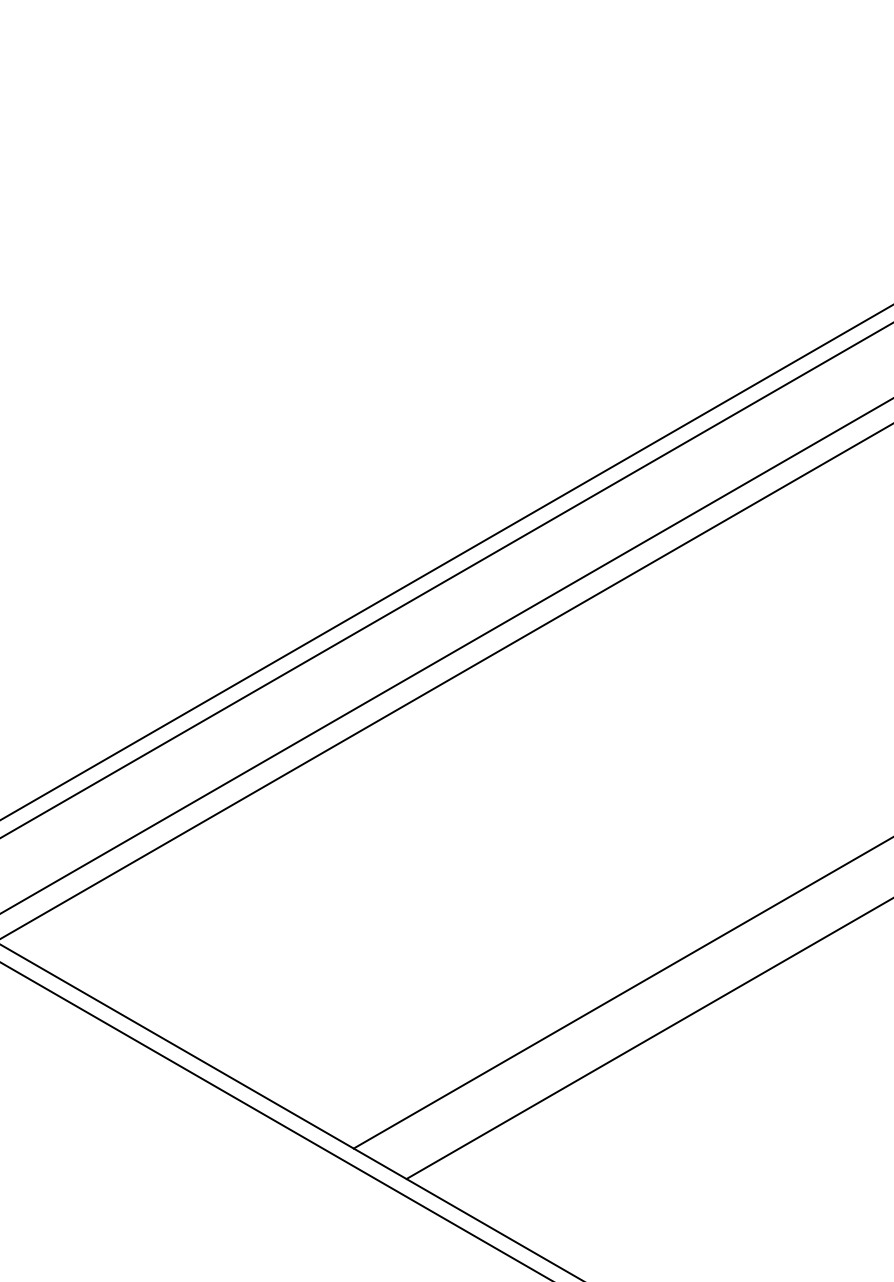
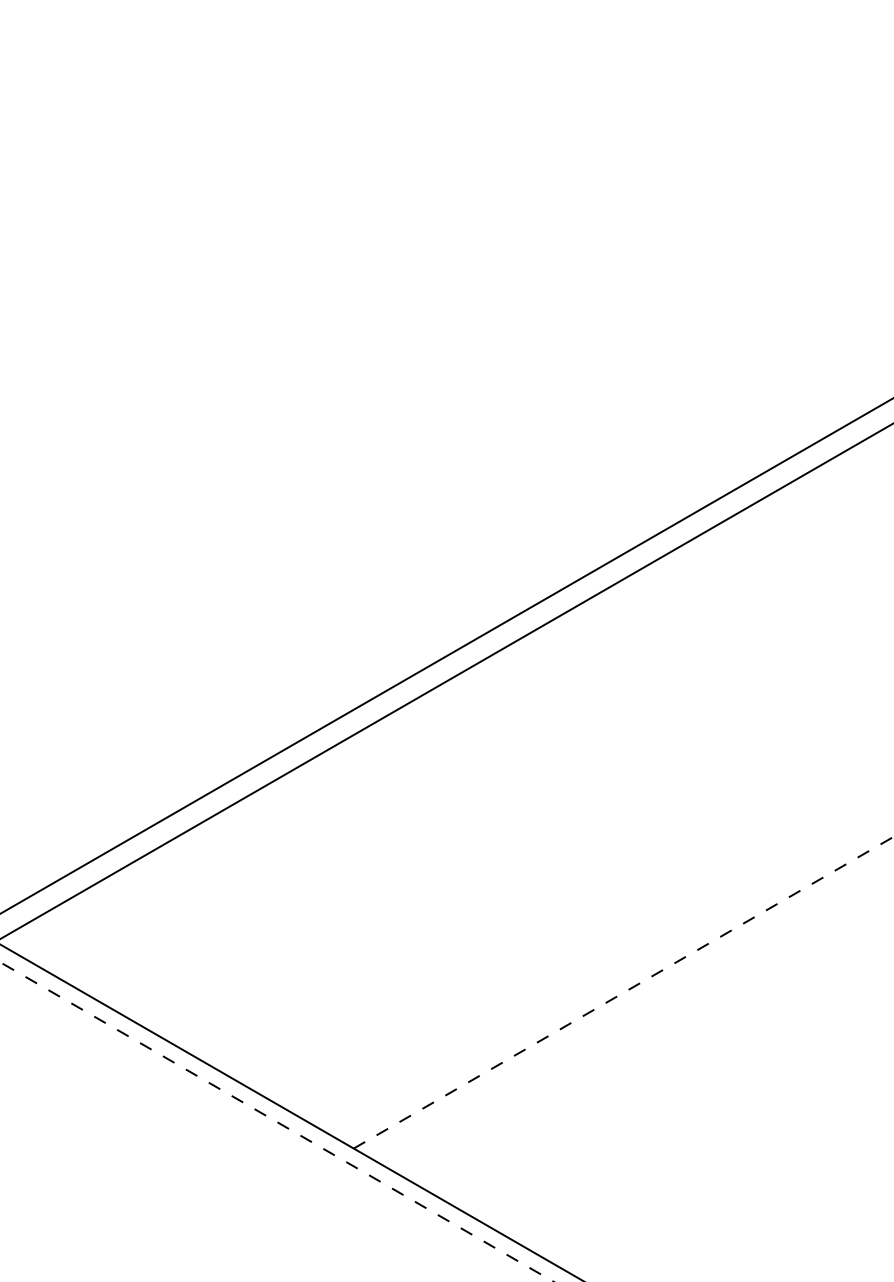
line at (446, 562): present -> none
line at (446, 580): present -> none
line at (623, 992): solid -> dashed
line at (648, 1038): present -> none
line at (276, 1121): solid -> dashed
